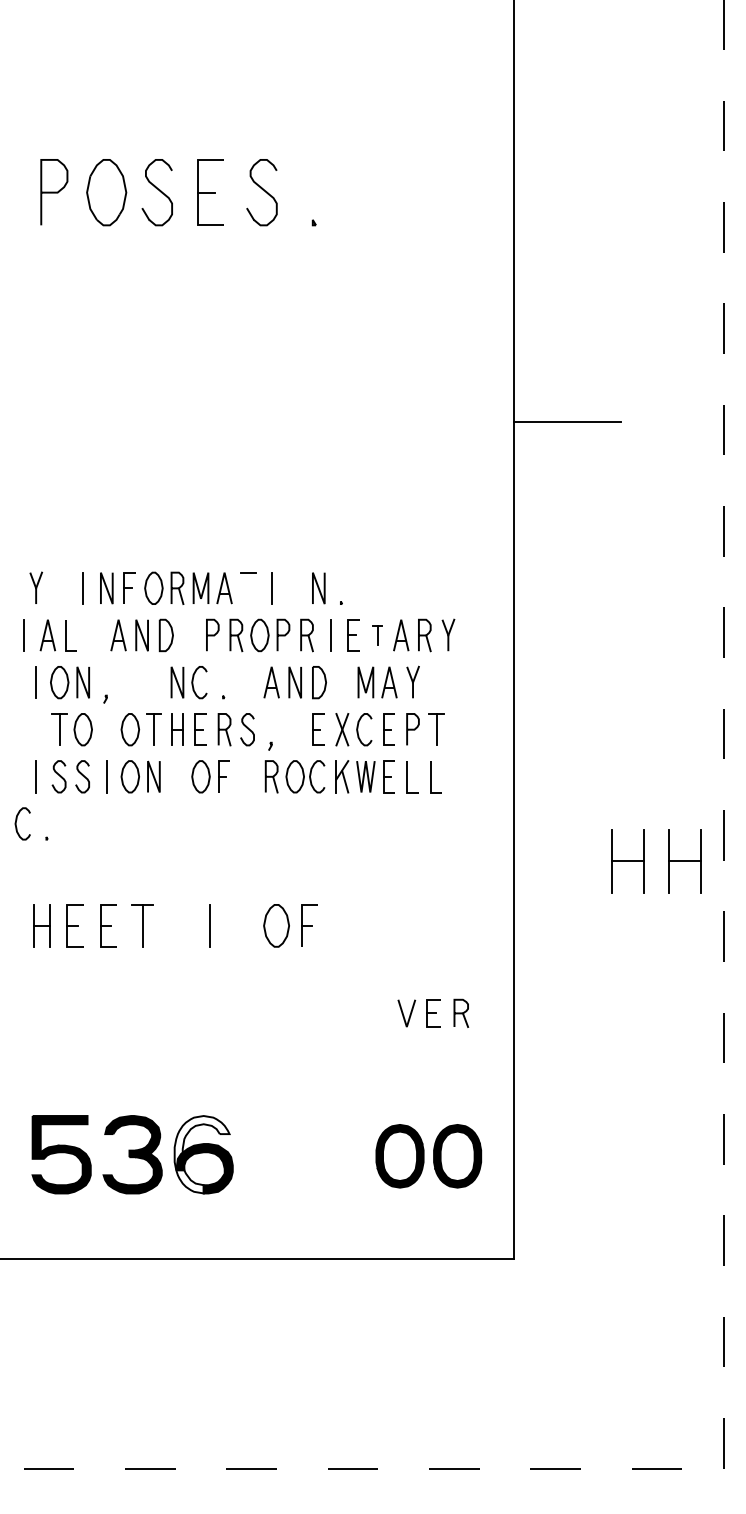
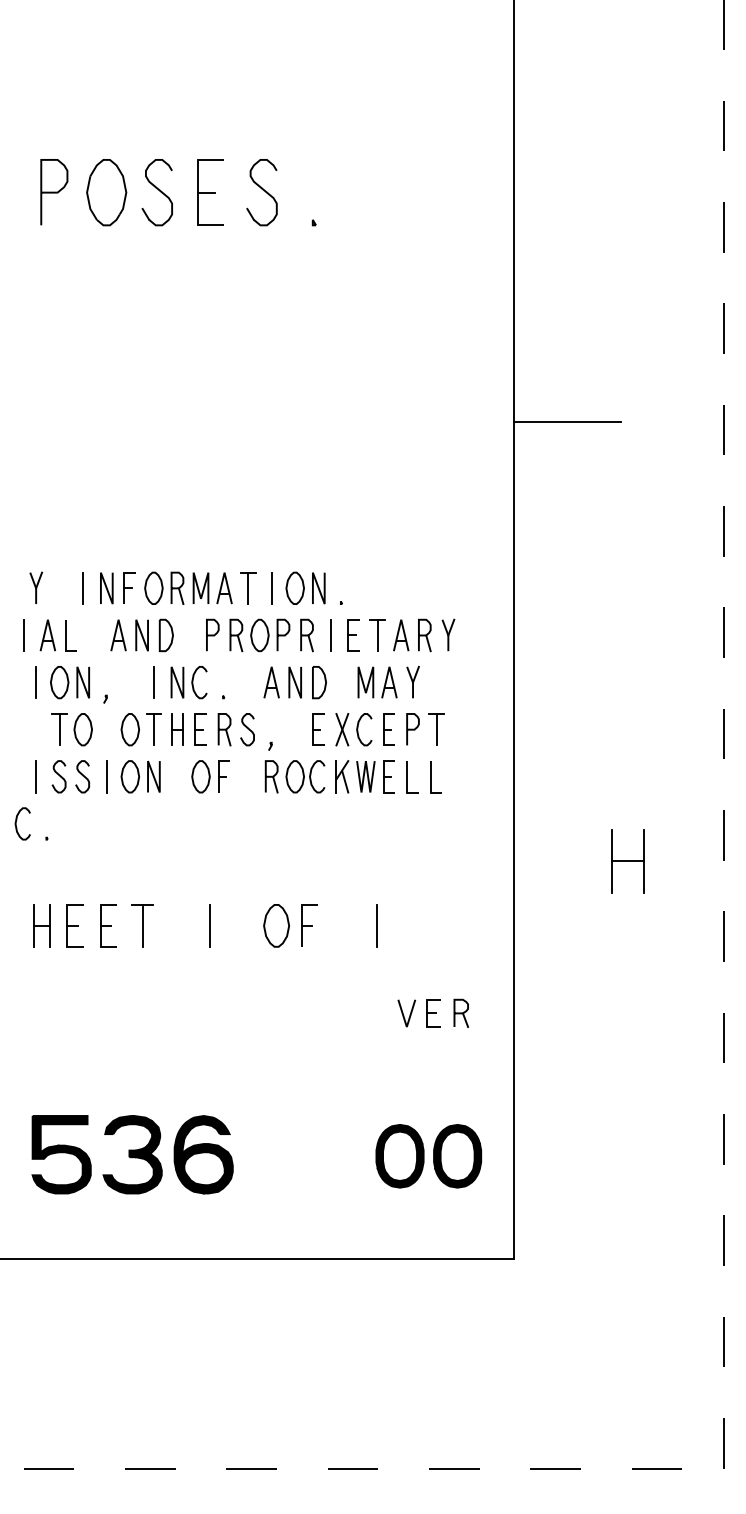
part at (294, 587): none -> present
line at (248, 588): none -> present
part at (377, 635) size: 11x21 px -> 17x33 px
line at (153, 682): none -> present
part at (684, 861): present -> none
line at (377, 925): none -> present
fill at (201, 1154): none -> present
